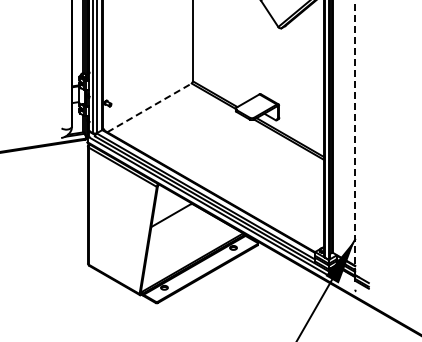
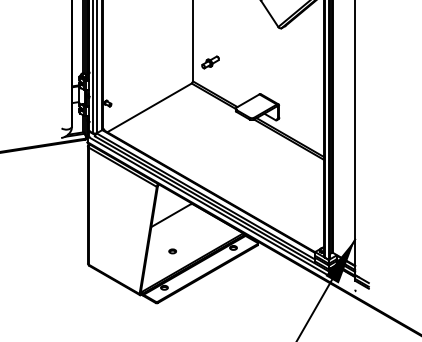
part at (210, 62): none -> present
line at (149, 107): dashed -> solid
line at (355, 137): dashed -> solid
part at (172, 251): none -> present
